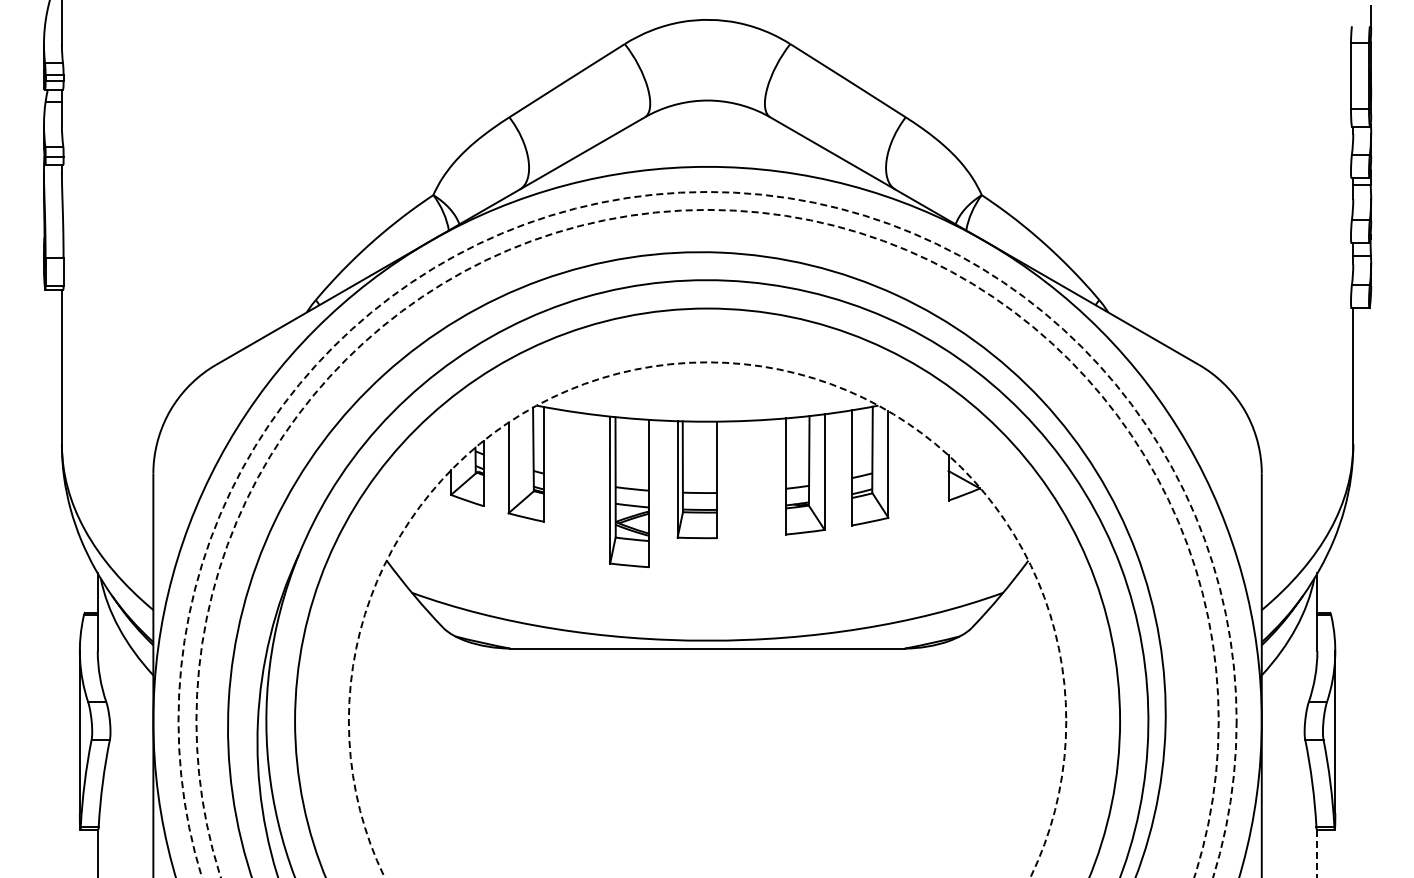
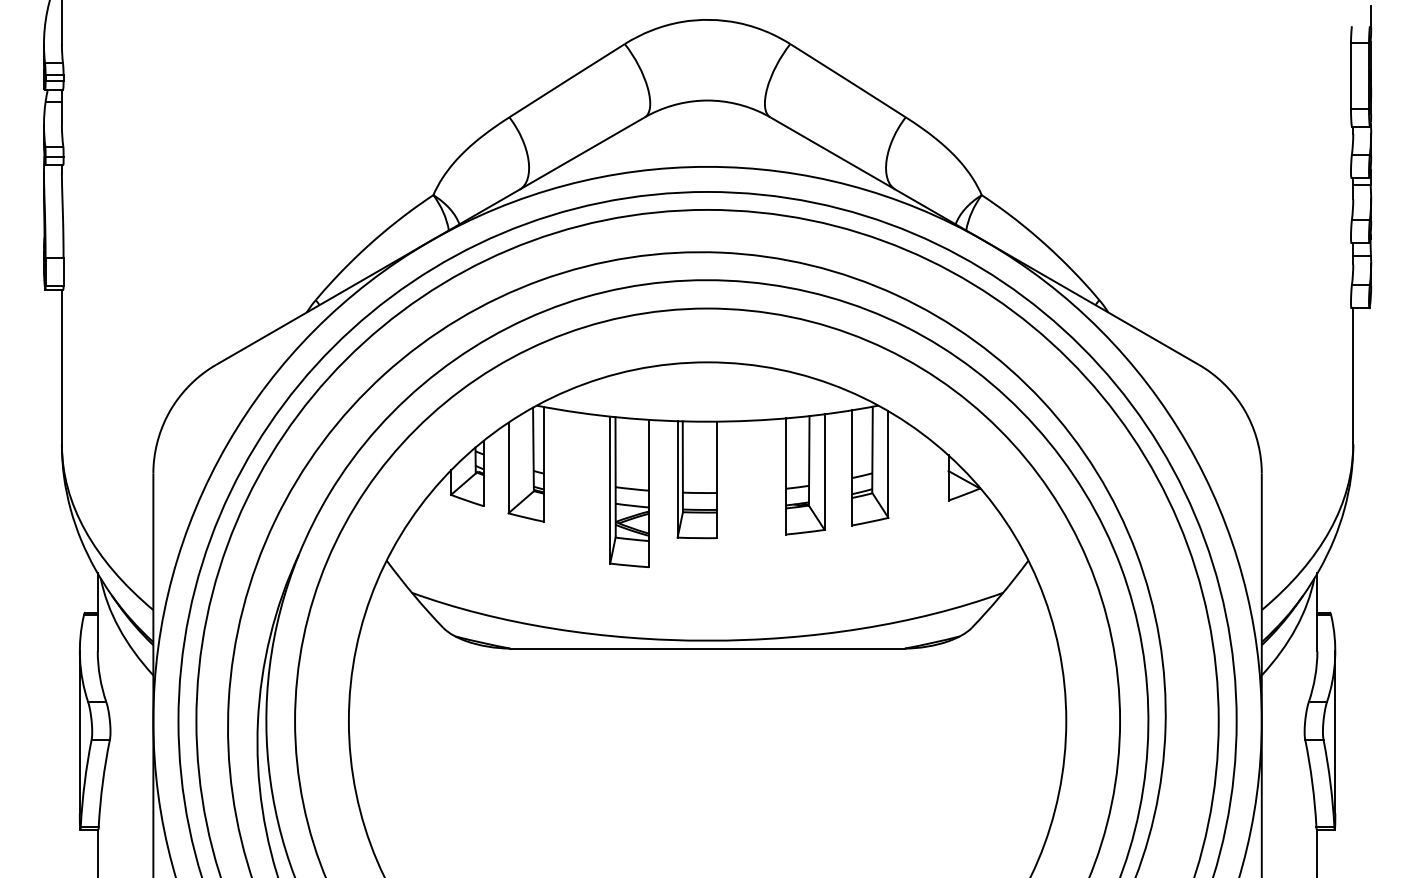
circle at (707, 534): dashed -> solid
circle at (707, 543): dashed -> solid
circle at (707, 619): dashed -> solid
line at (1317, 853): dashed -> solid
